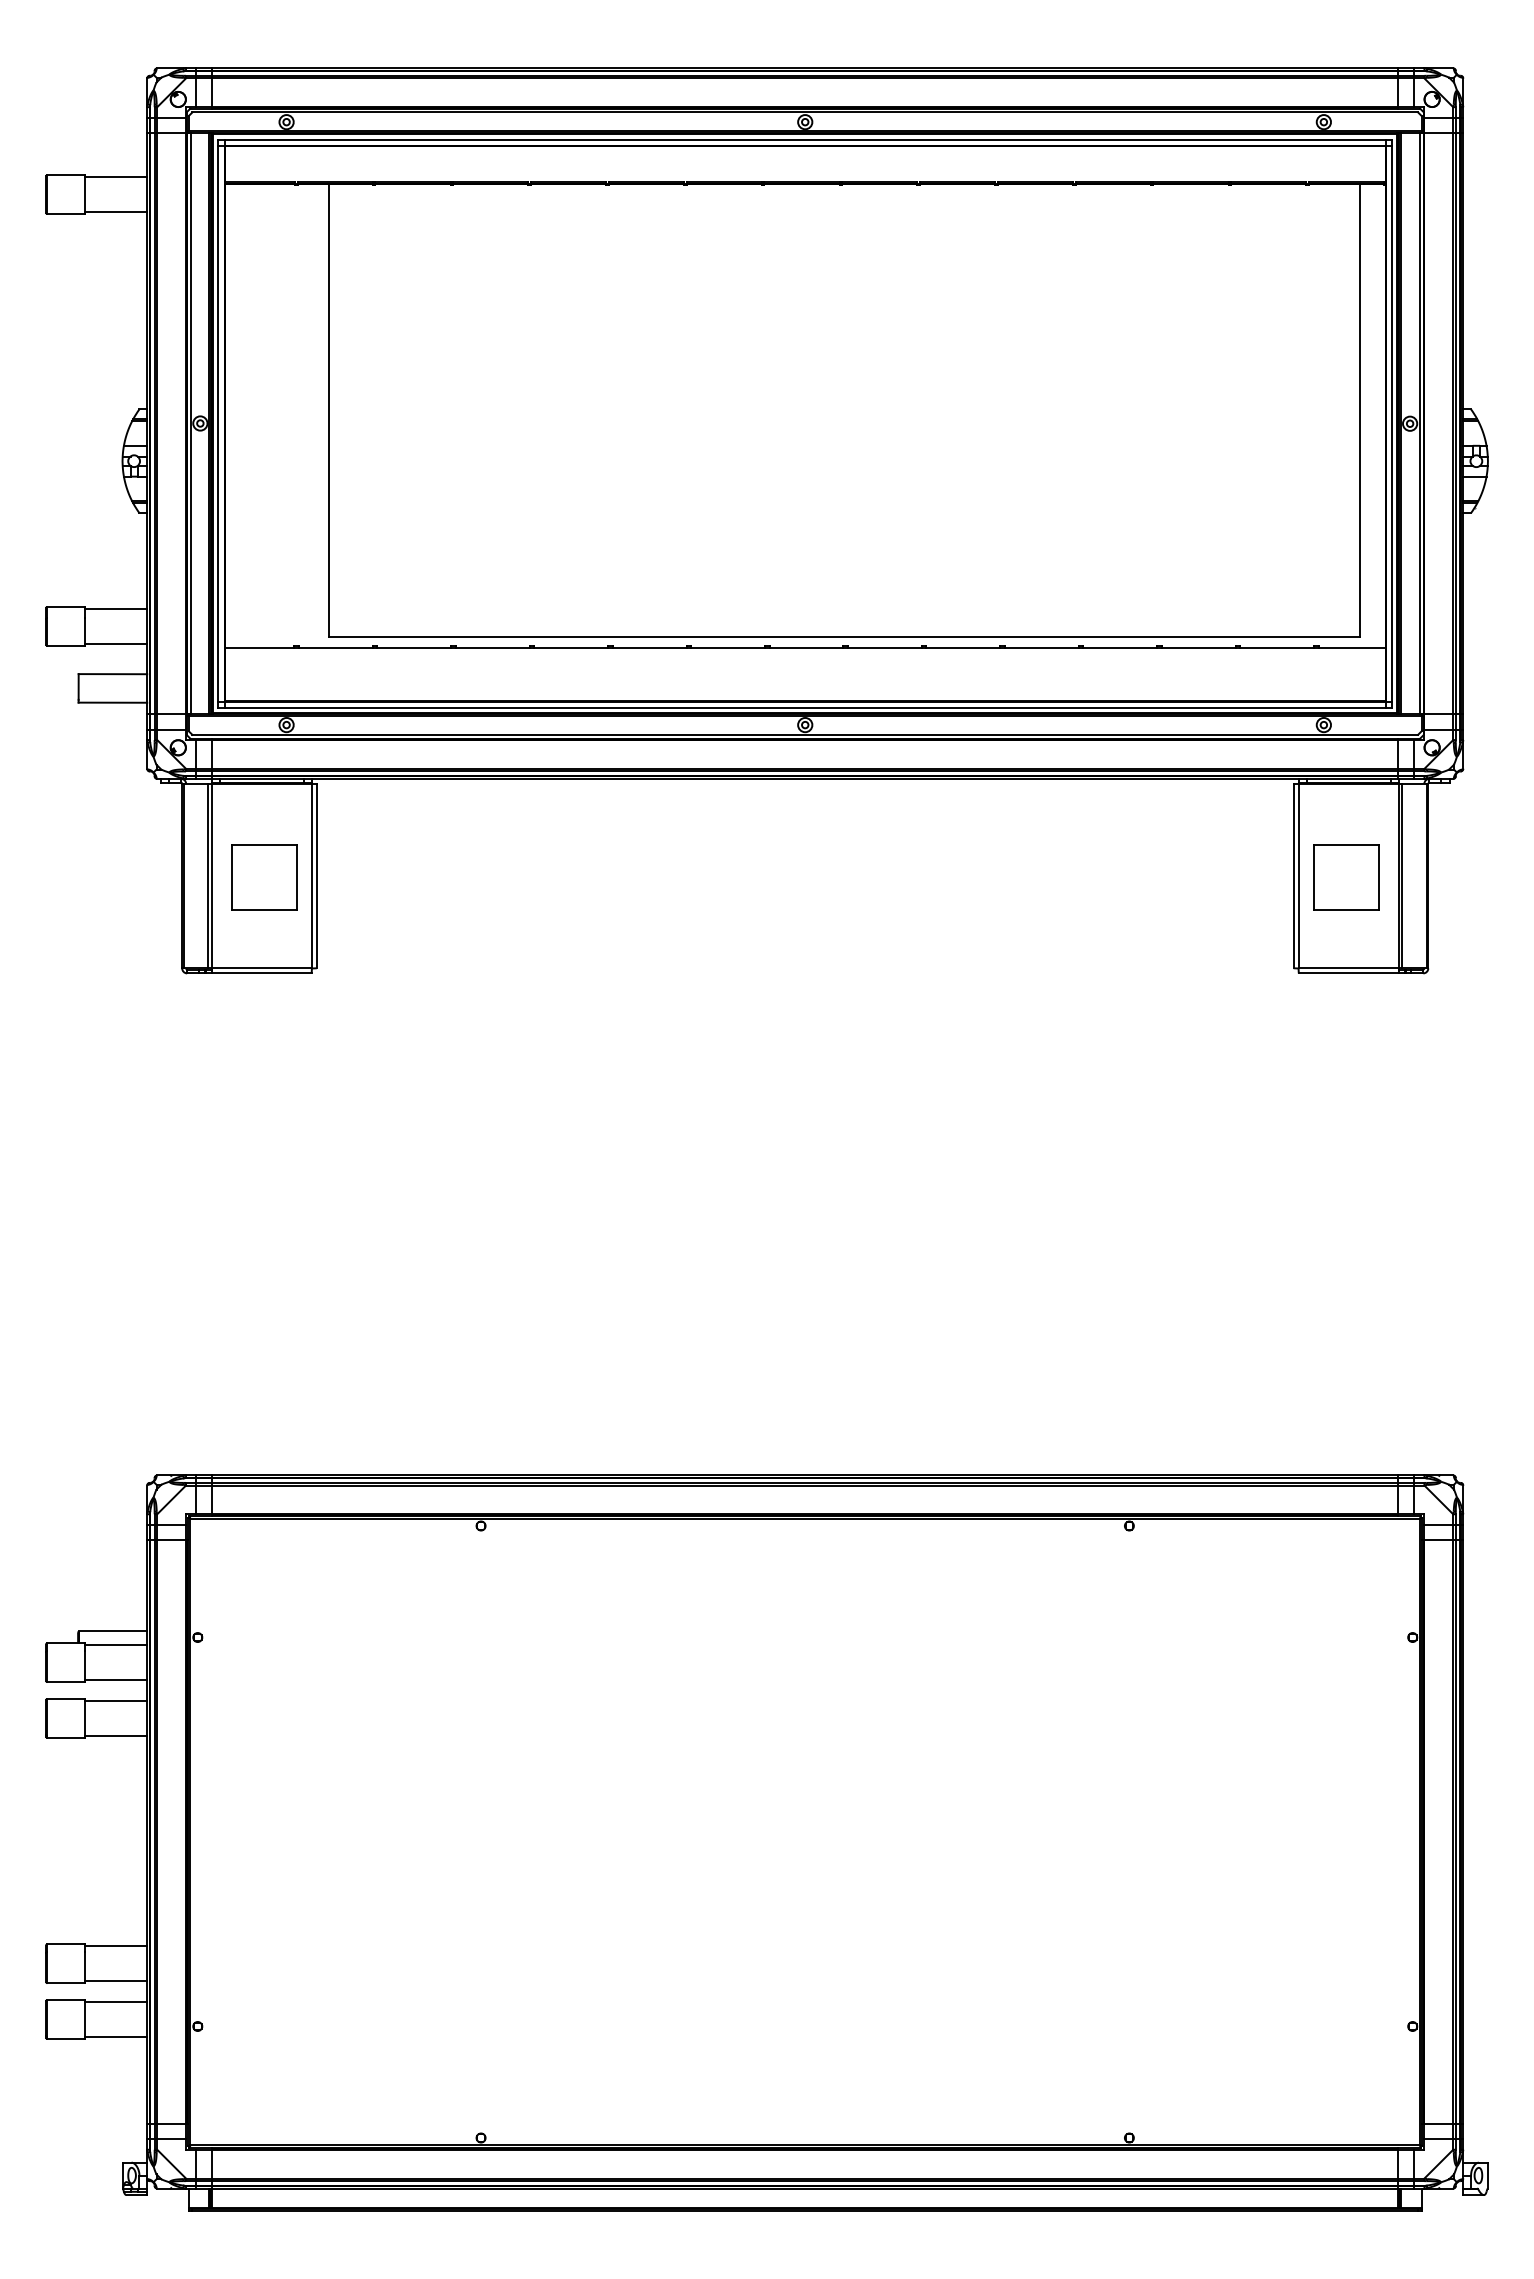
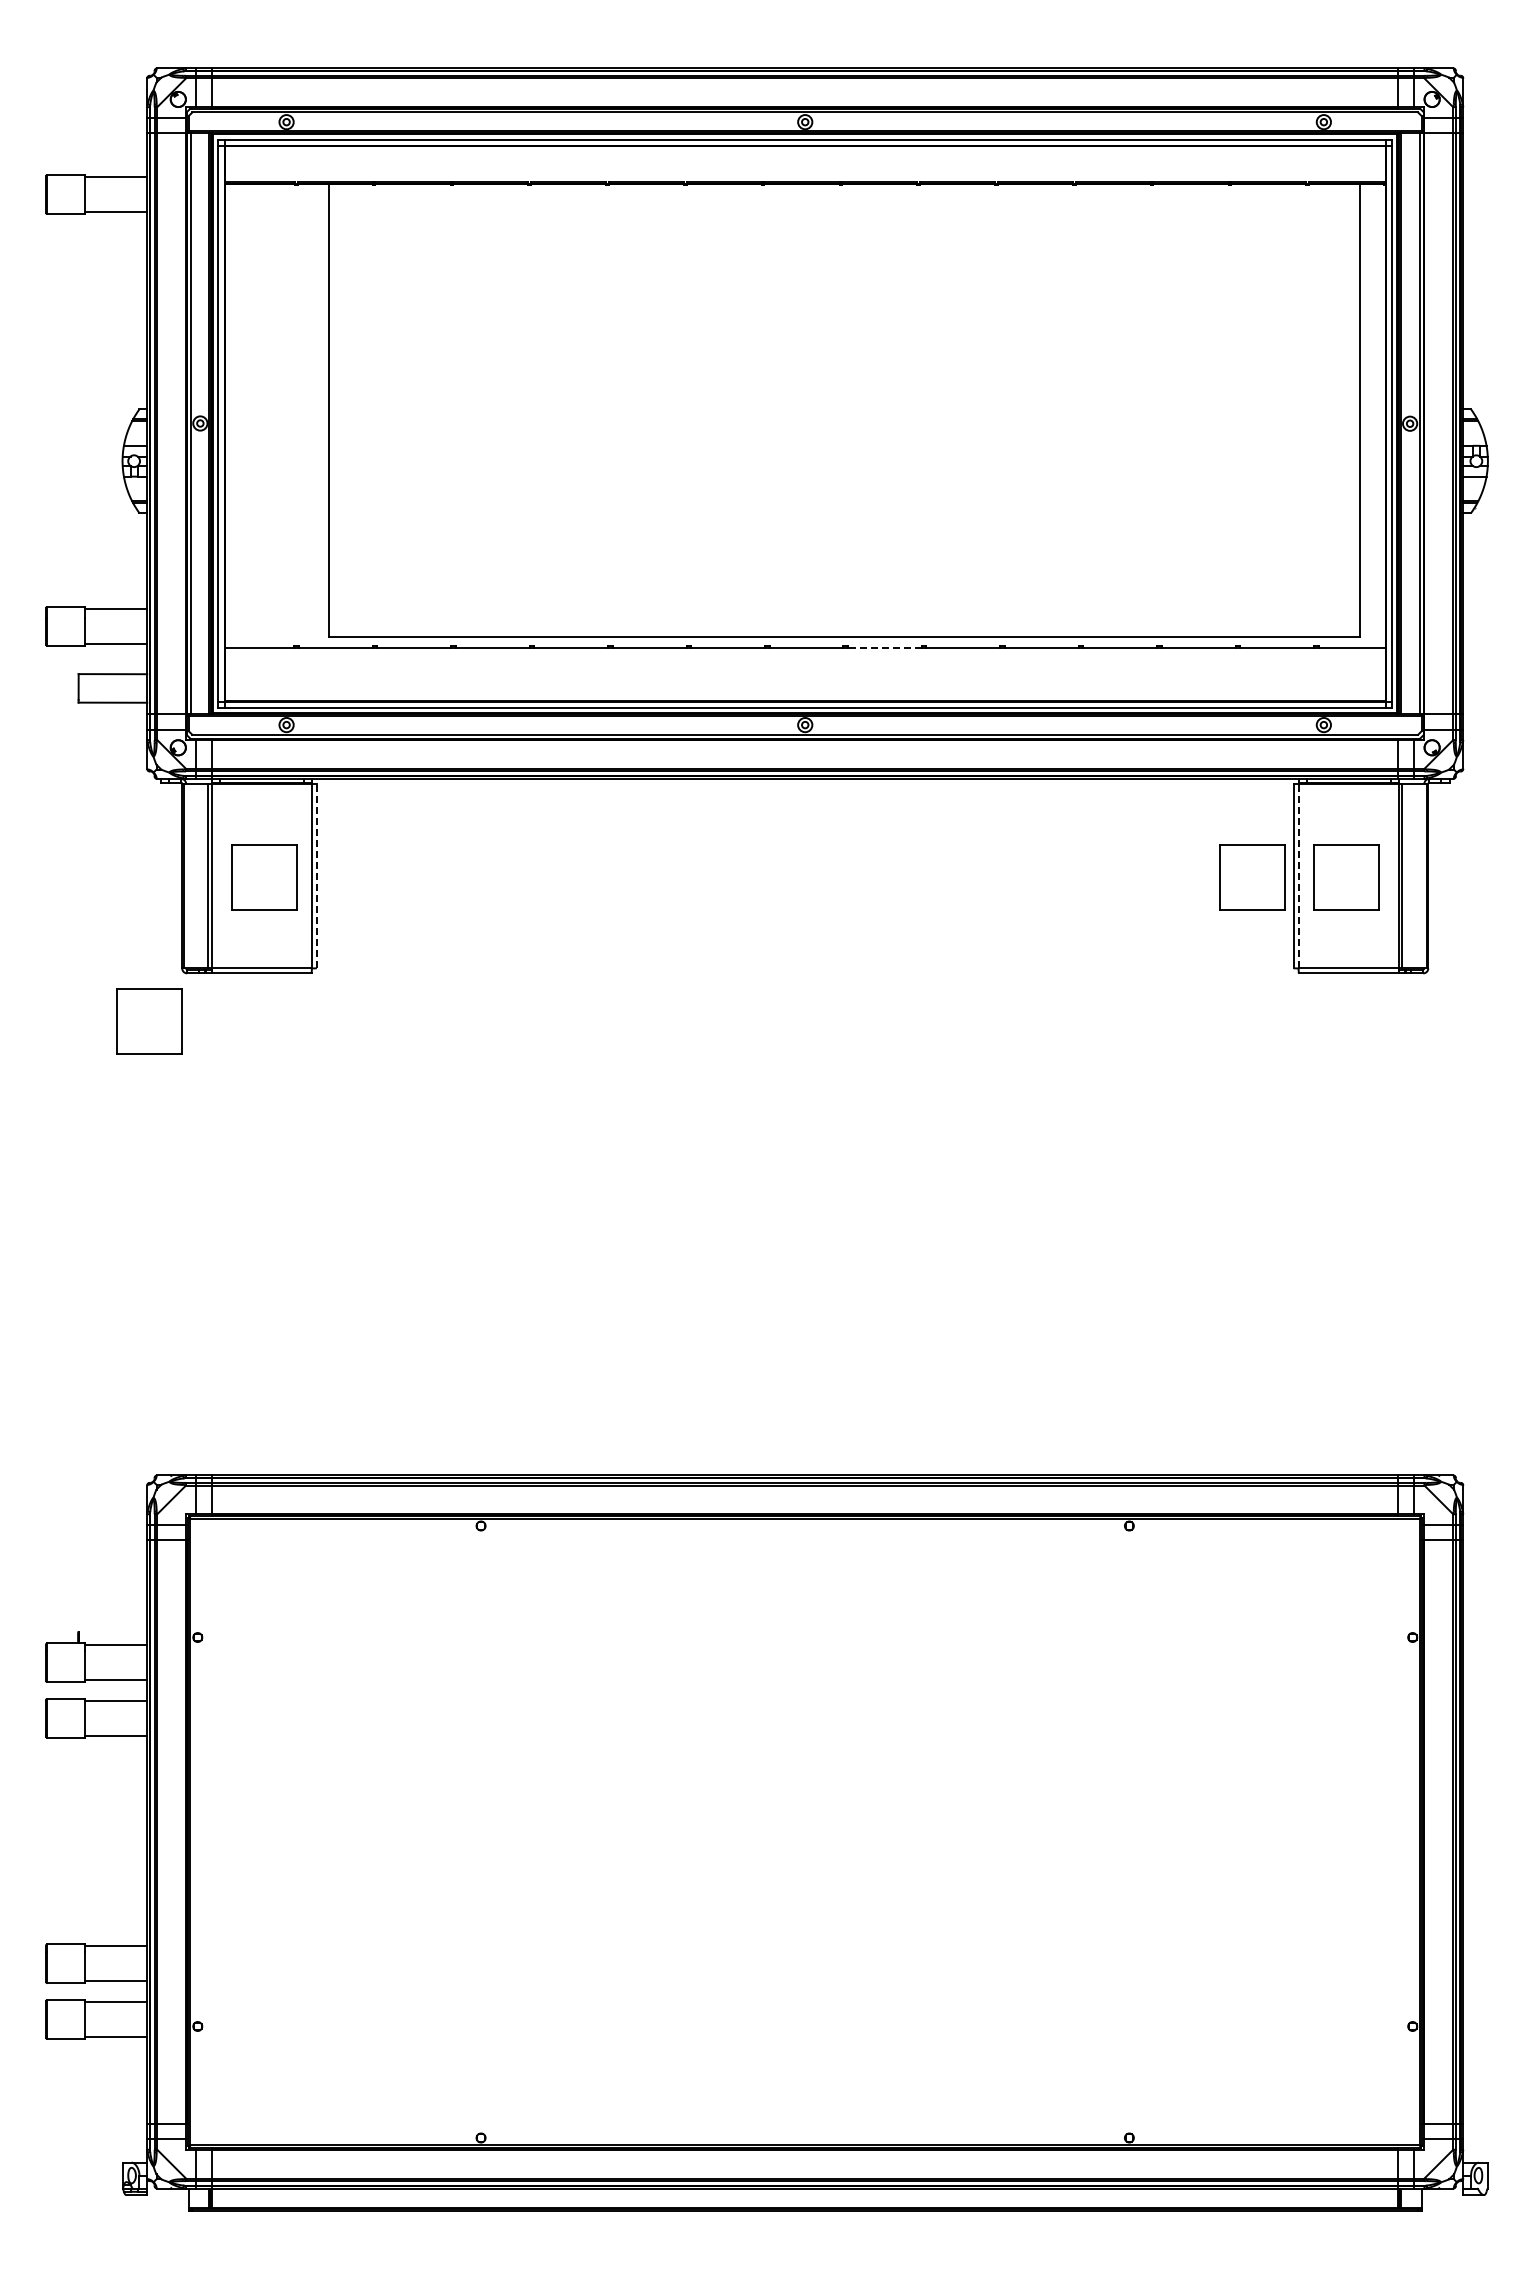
line at (884, 648): solid -> dashed
line at (316, 875): solid -> dashed
line at (1298, 875): solid -> dashed
part at (1252, 877): none -> present
part at (149, 1021): none -> present
line at (112, 1631): present -> none
